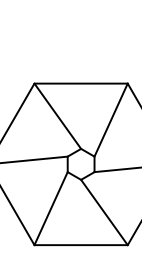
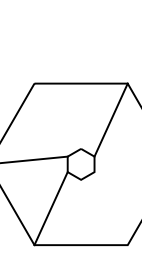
line at (57, 115): present -> none
line at (116, 169): present -> none
line at (104, 212): present -> none
